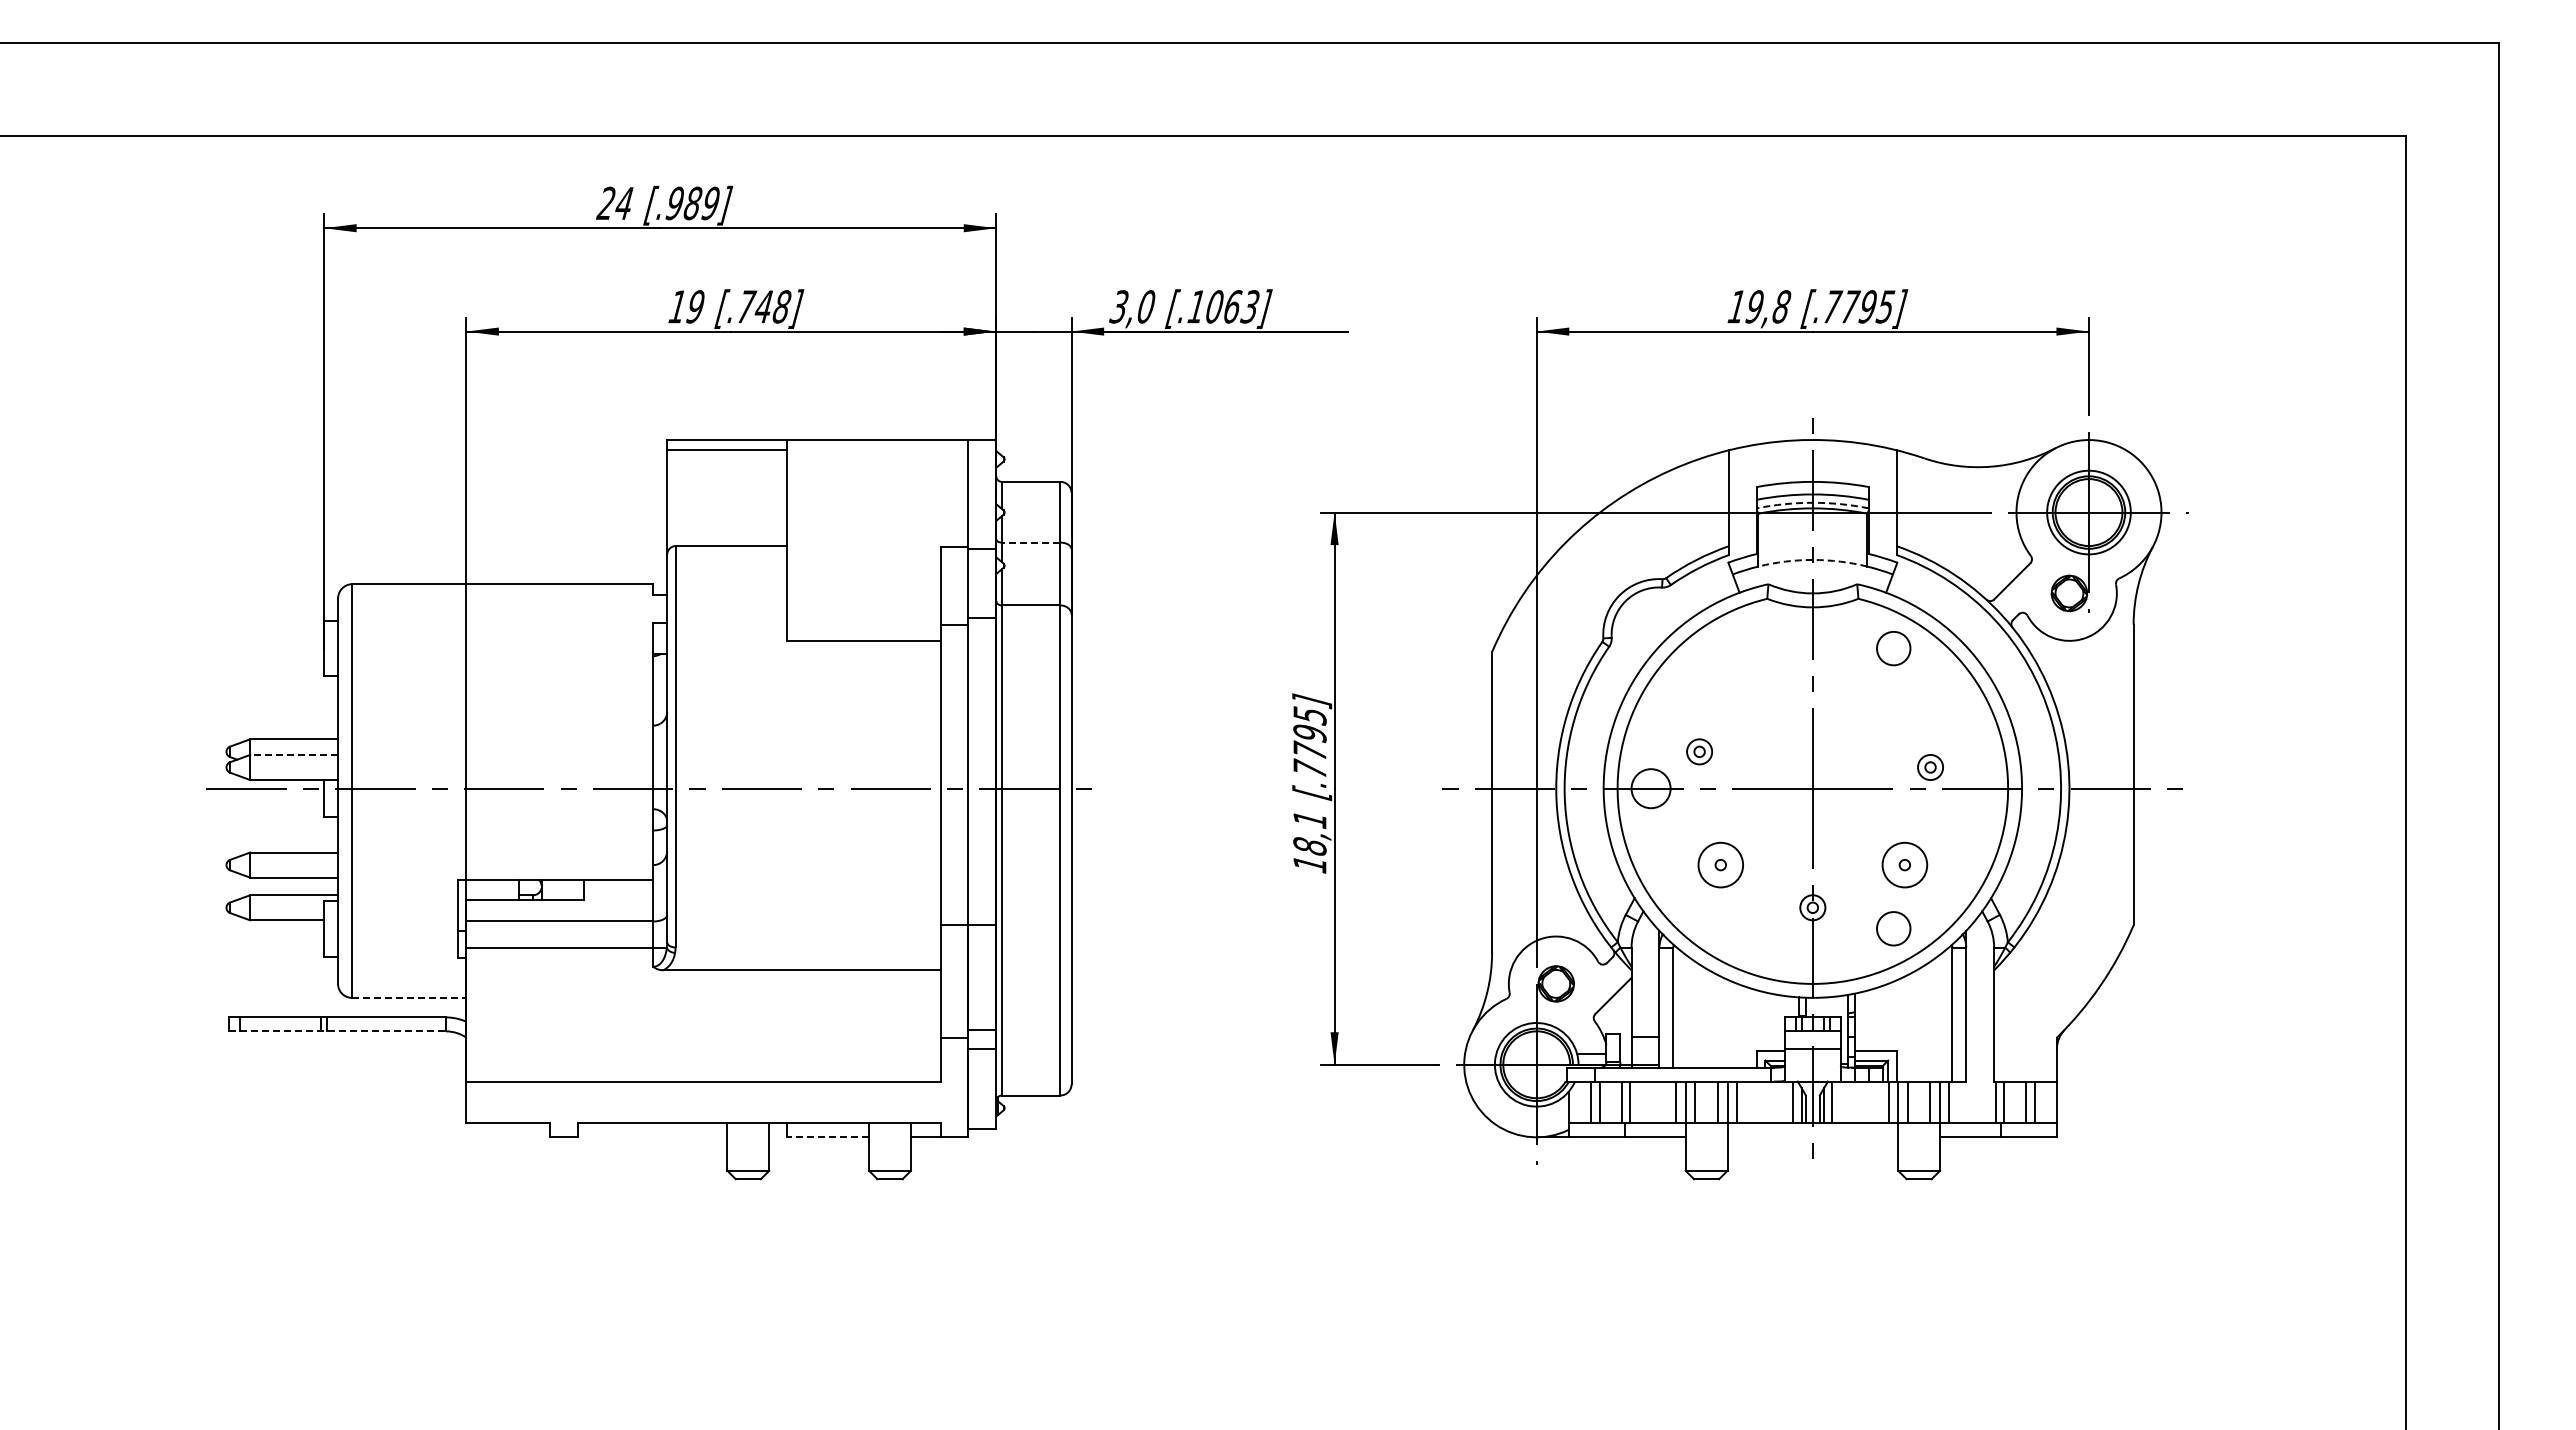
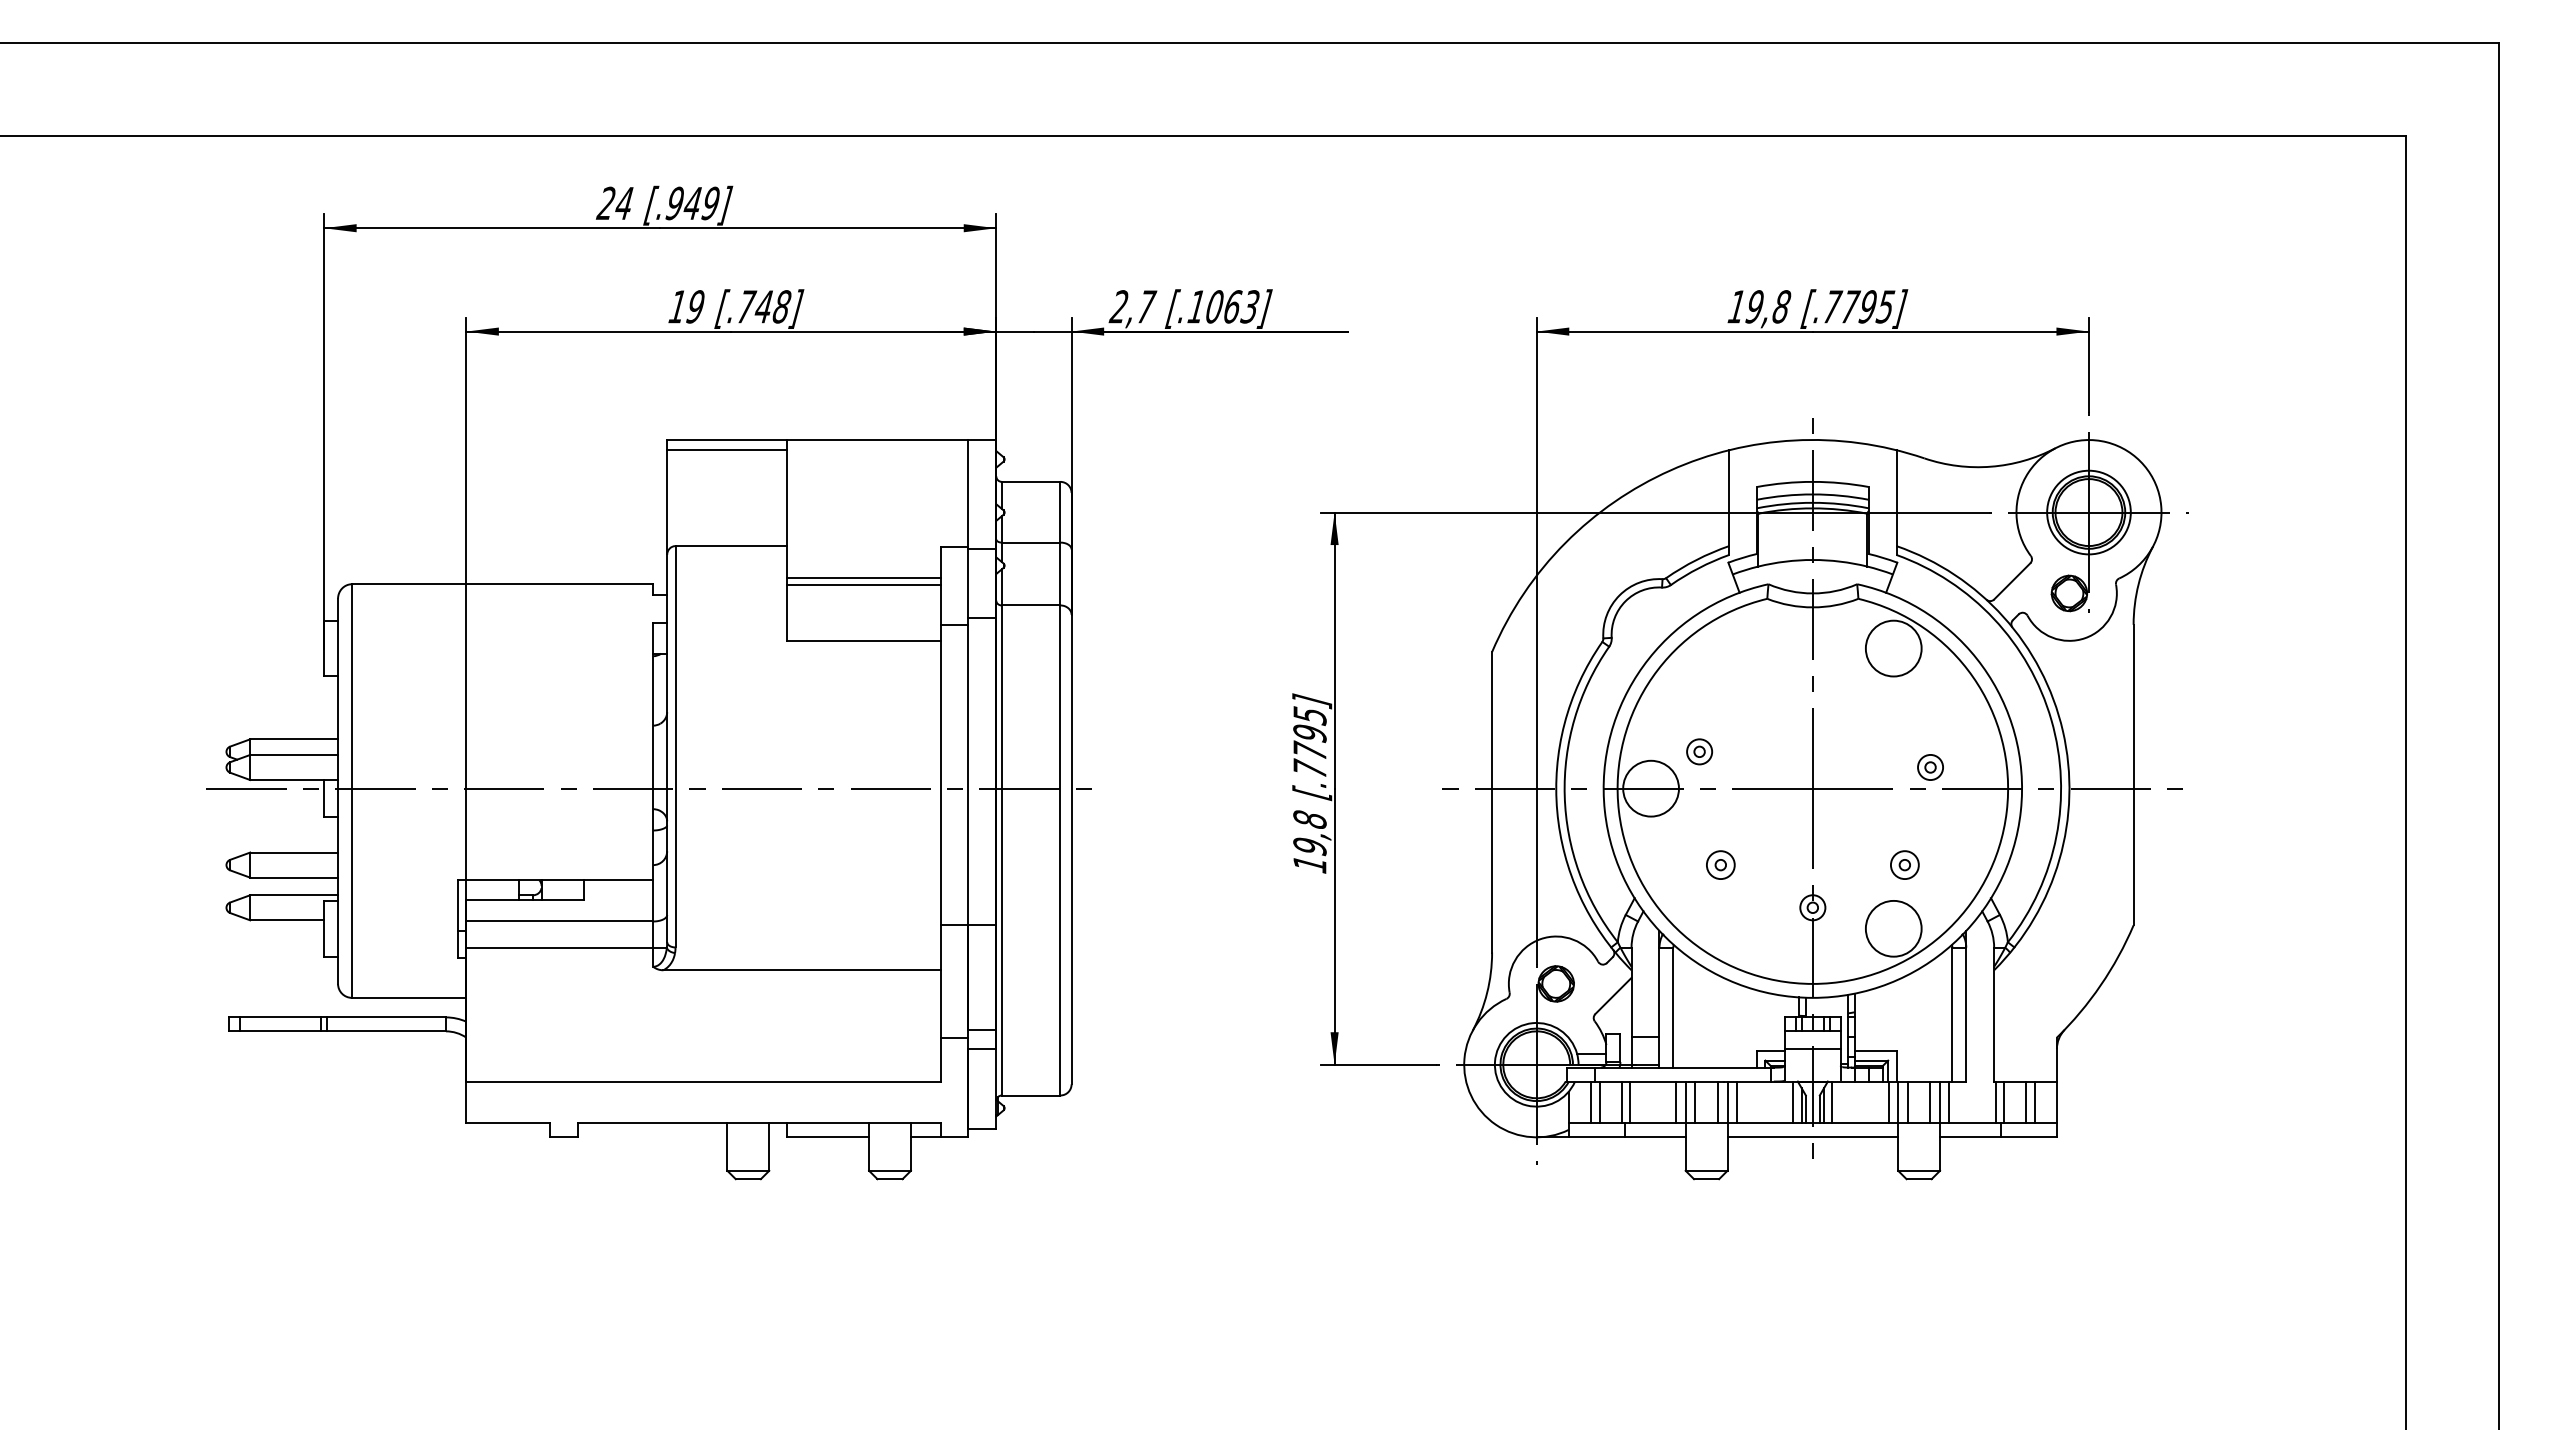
text at (692, 203): [.989] -> [.949]
text at (1132, 306): 3,0 -> 2,7
arc at (1812, 502): dashed -> solid
line at (1030, 542): dashed -> solid
arc at (1812, 559): dashed -> solid
line at (863, 578): none -> present
line at (863, 584): none -> present
circle at (1893, 648) diameter: 33 px -> 56 px
line at (294, 754): dashed -> solid
circle at (1650, 788) diameter: 39 px -> 56 px
text at (1309, 833): 18,1 -> 19,8
circle at (1720, 864) diameter: 45 px -> 28 px
circle at (1904, 864) diameter: 45 px -> 28 px
circle at (1893, 928) diameter: 33 px -> 56 px
line at (409, 997): dashed -> solid
line at (338, 1031): dashed -> solid
line at (827, 1137): dashed -> solid
line at (1812, 1137): none -> present
